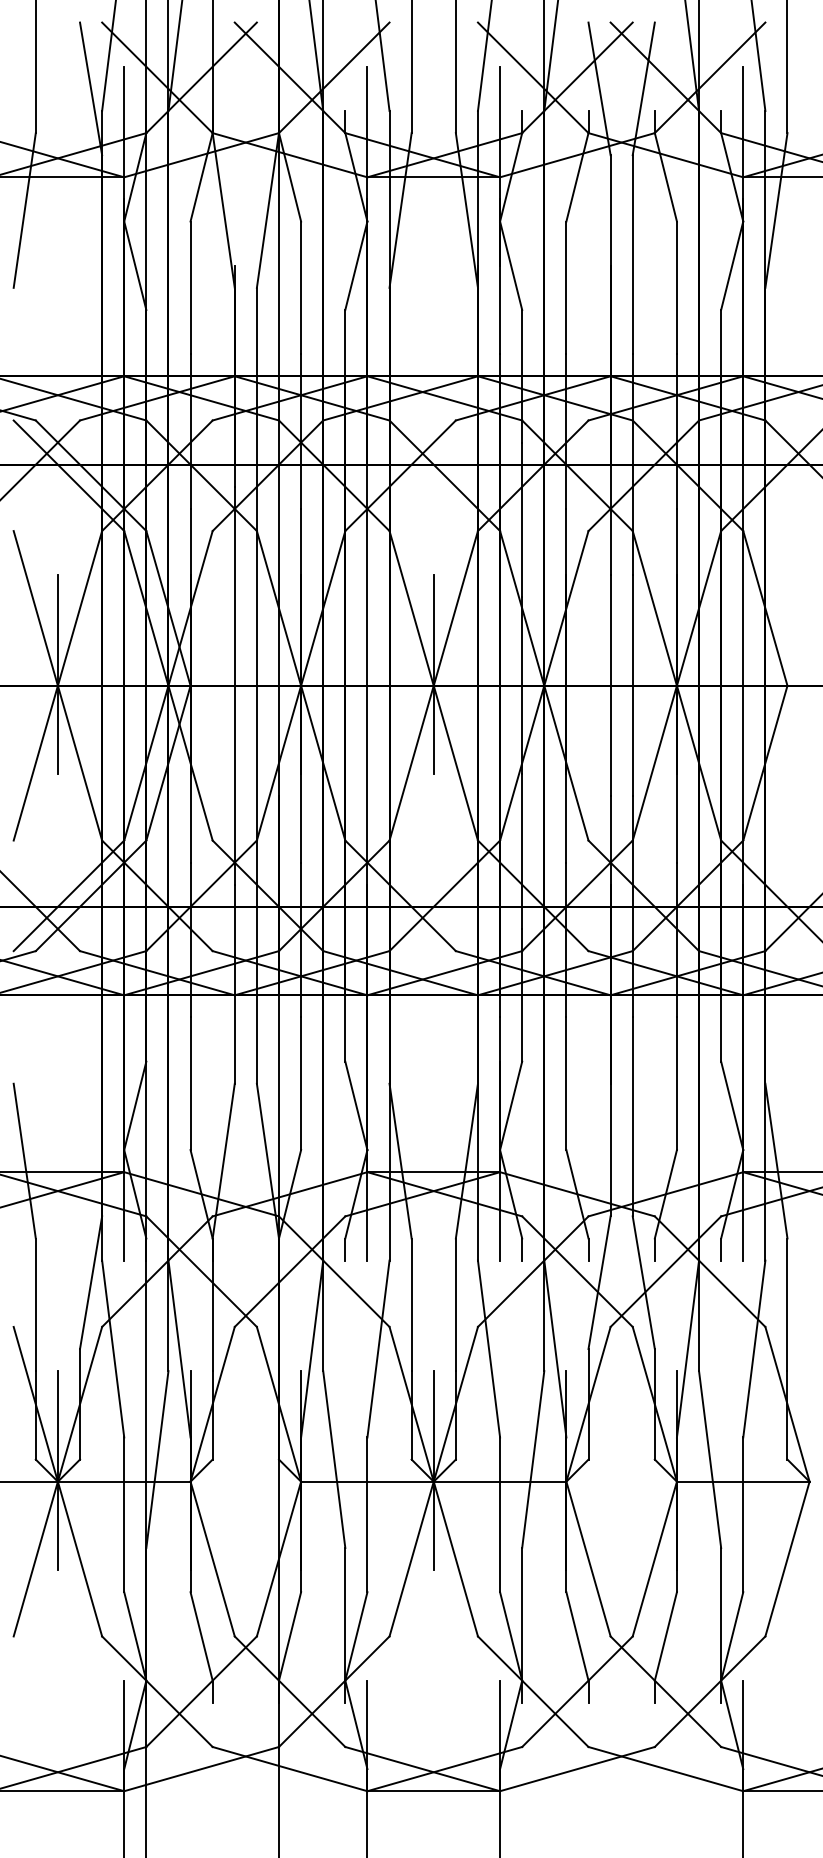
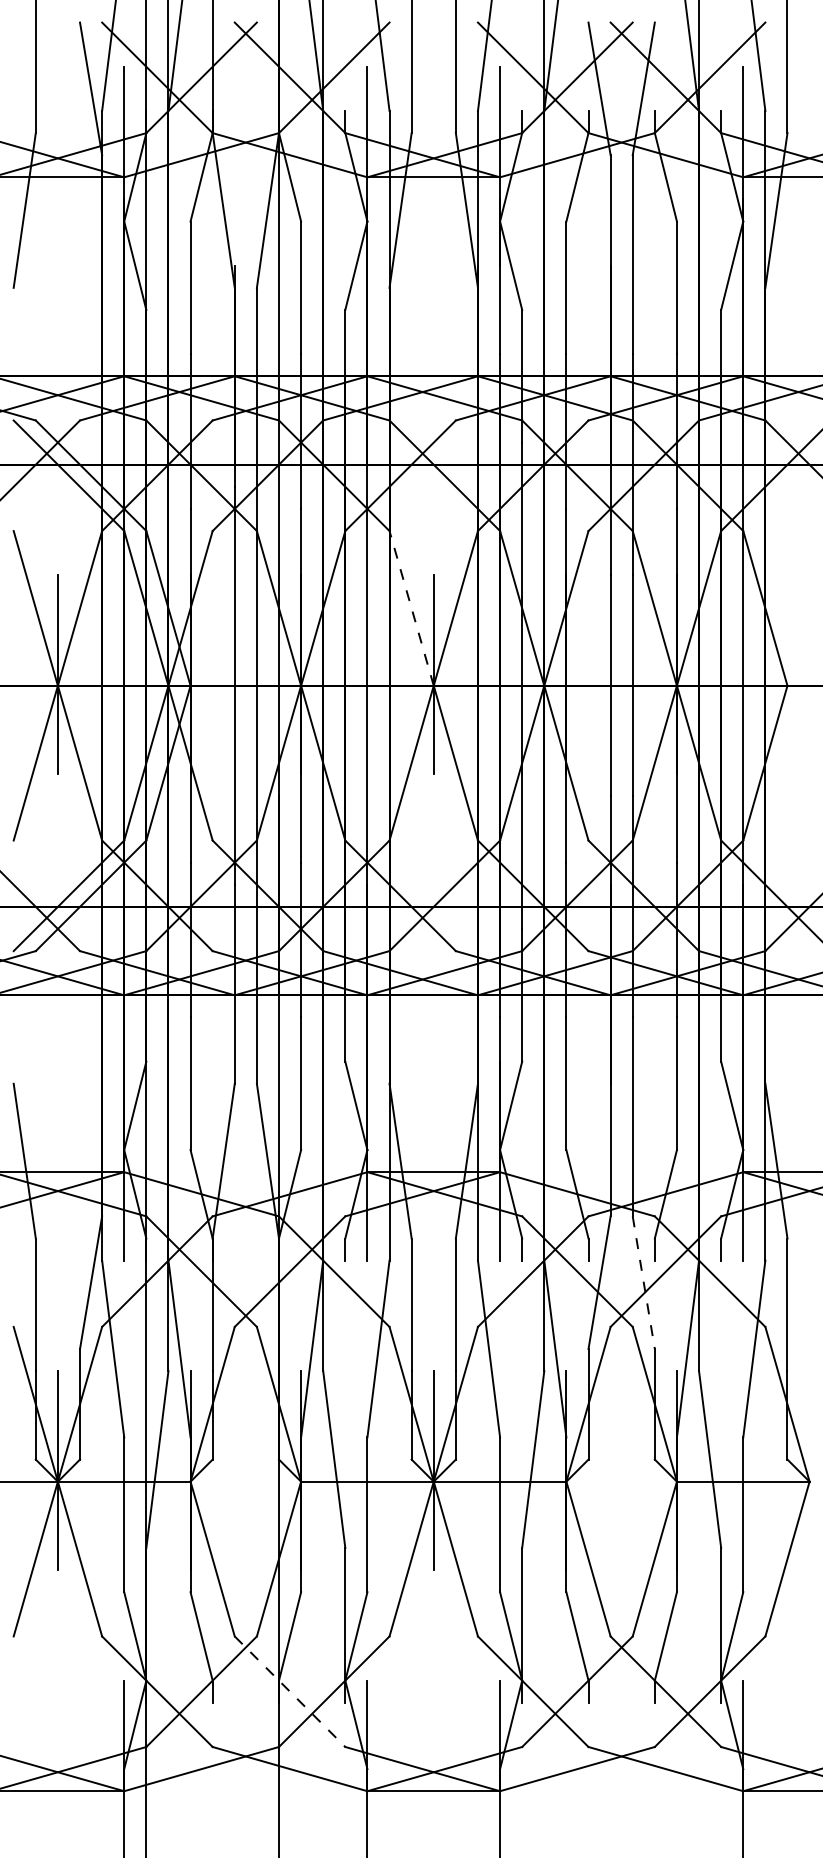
line at (411, 607): solid -> dashed
line at (643, 1283): solid -> dashed
line at (290, 1692): solid -> dashed
